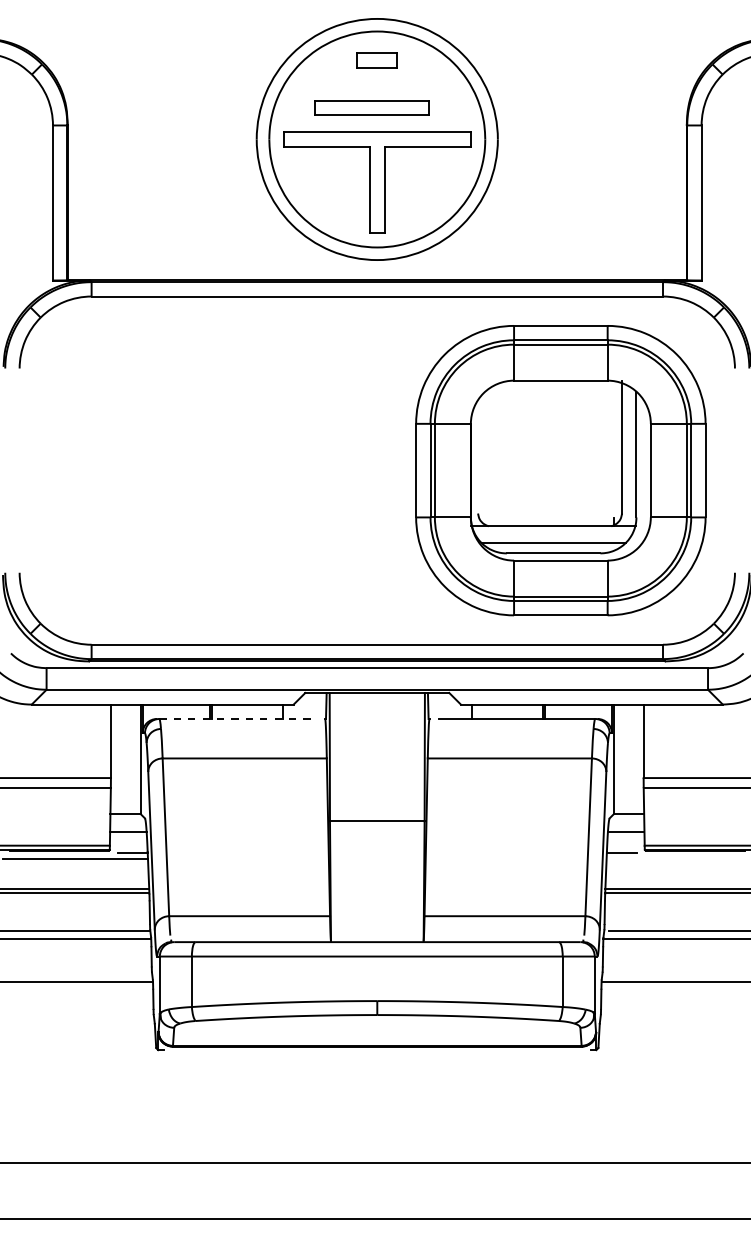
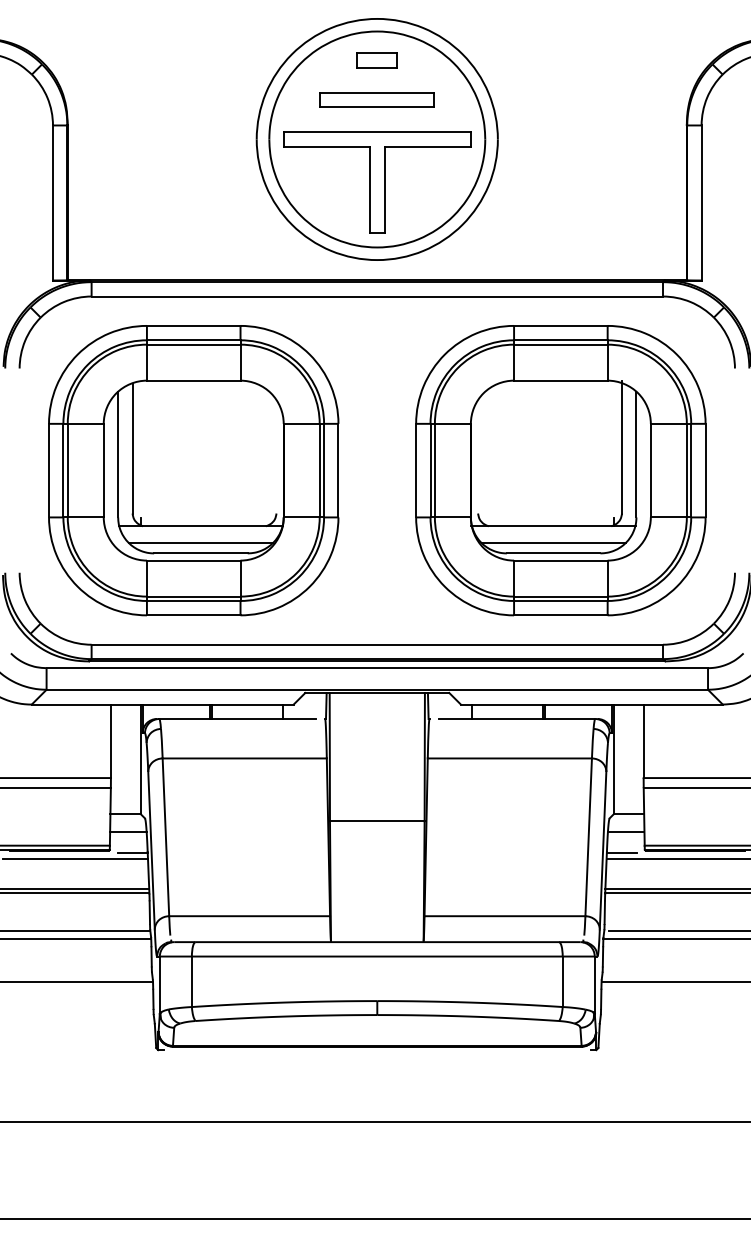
part at (371, 107) position: (371, 107) -> (376, 99)
part at (193, 470): none -> present
line at (238, 718): dashed -> solid
line at (676, 859): none -> present
line at (374, 1163) position: (374, 1163) -> (374, 1122)
